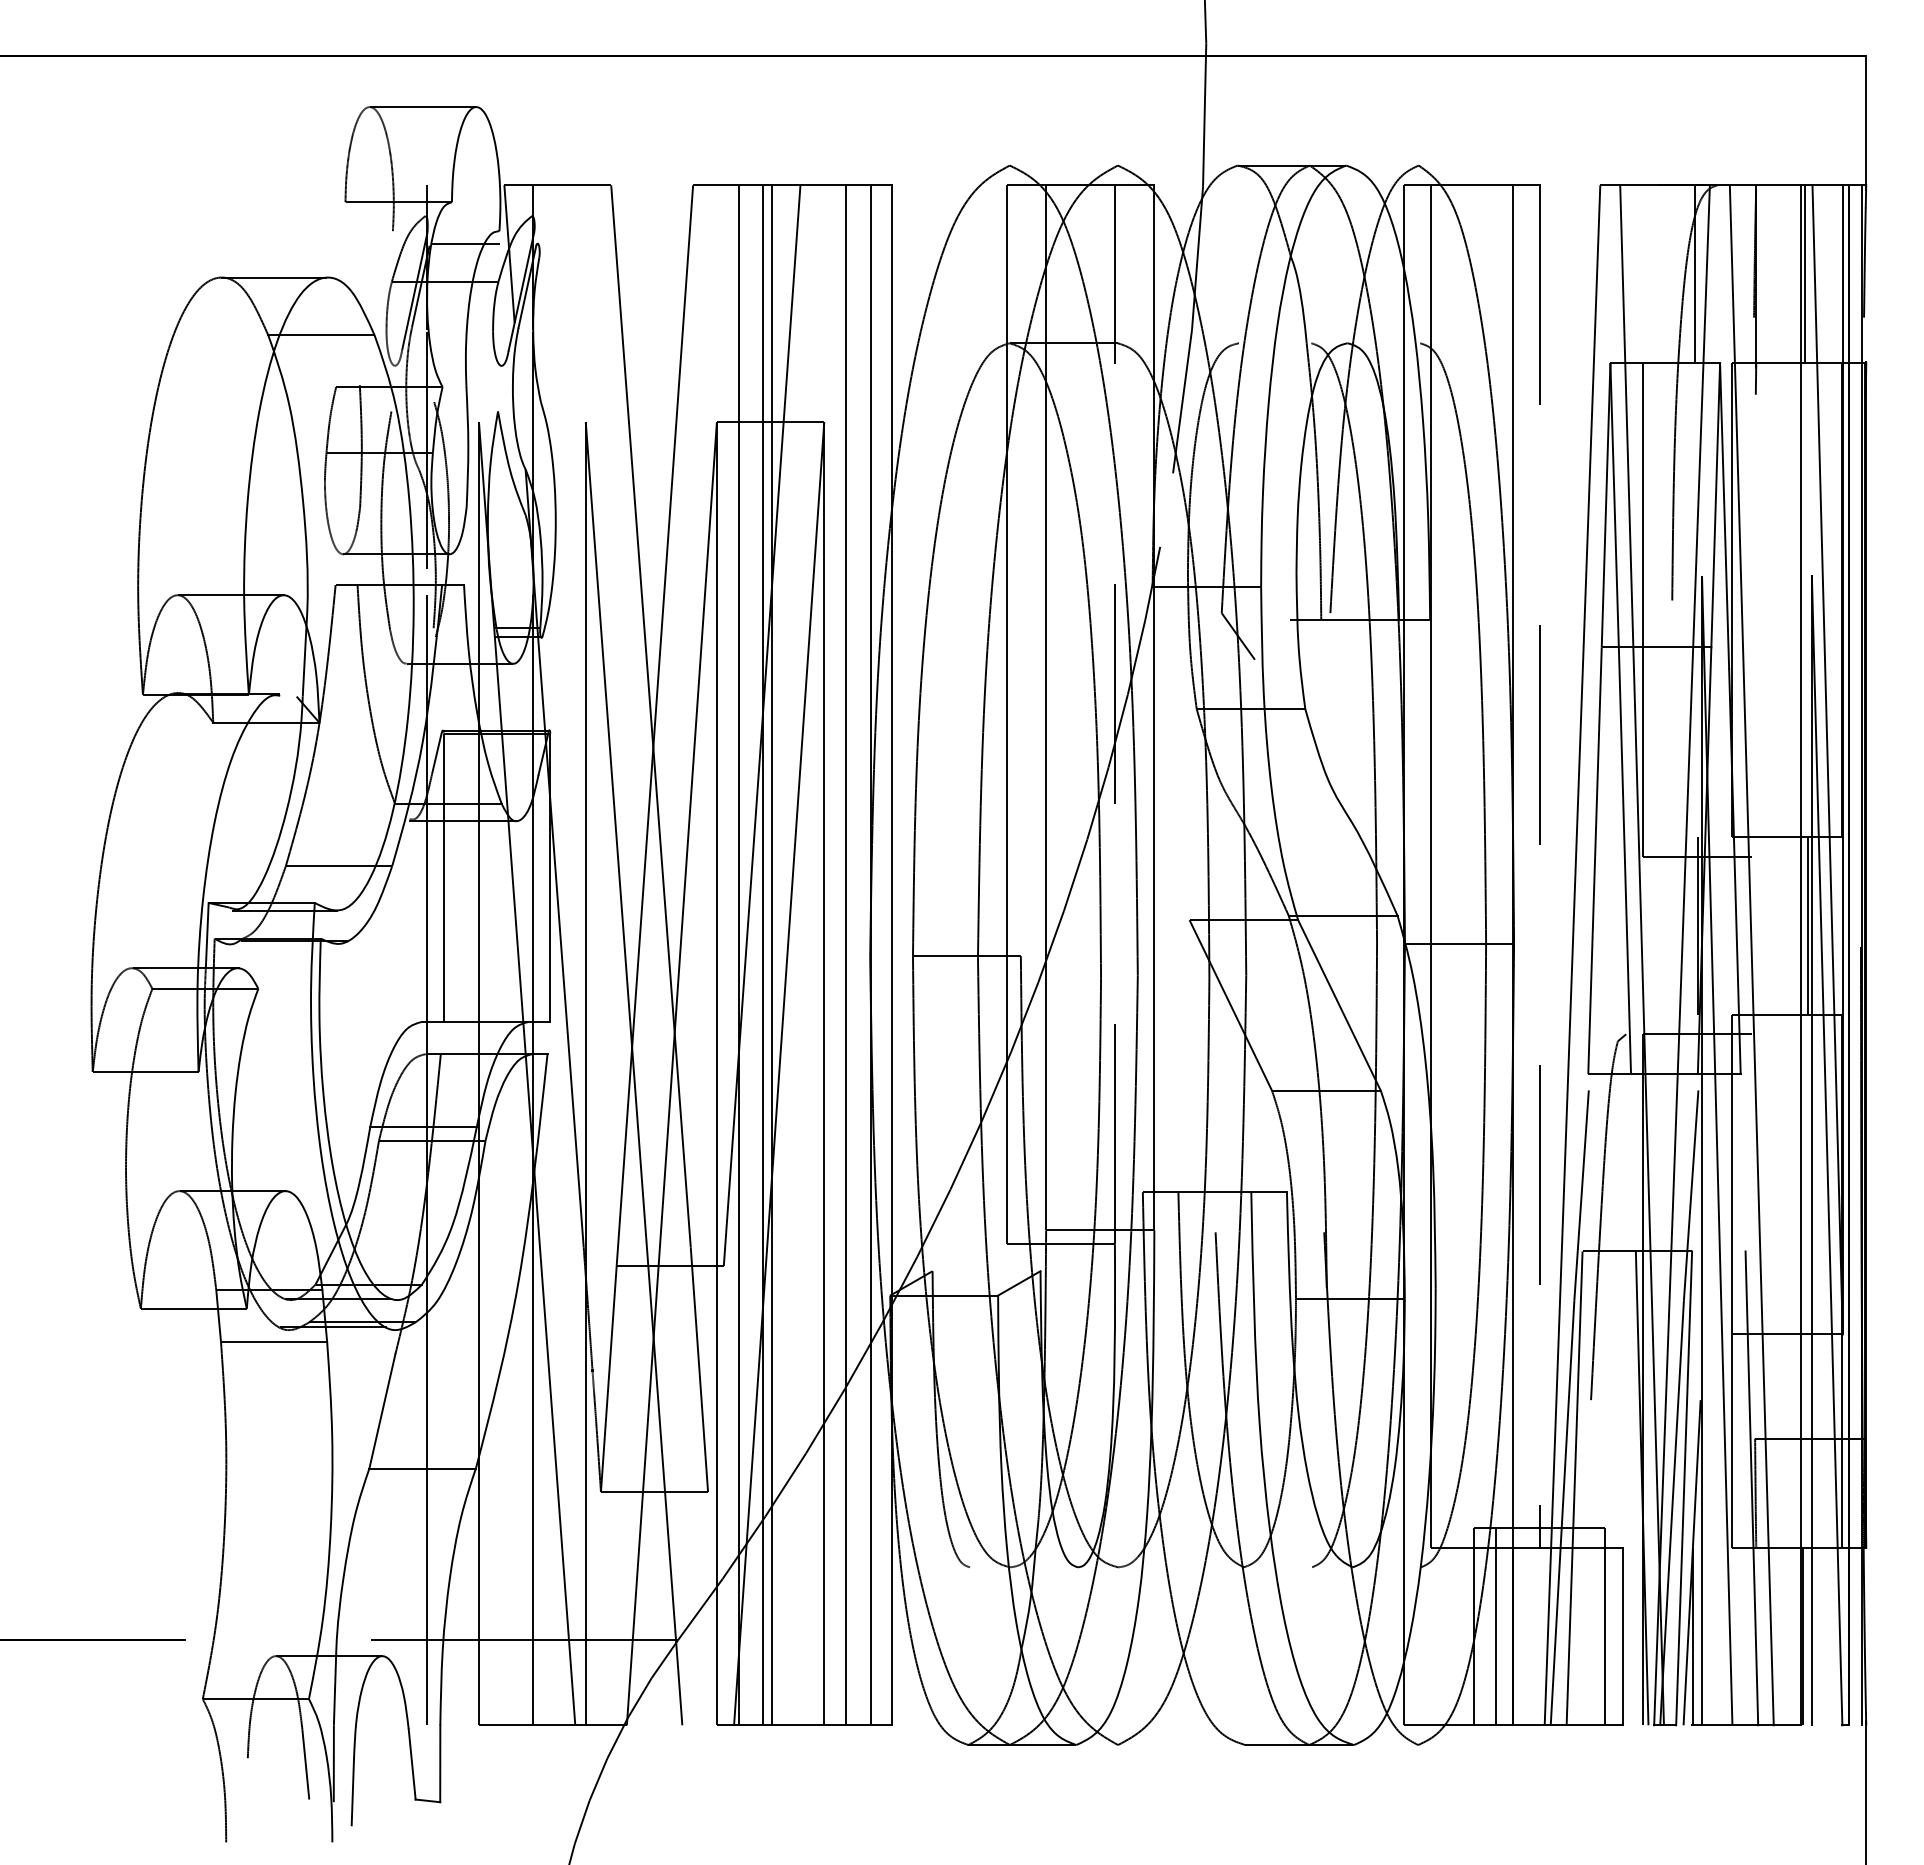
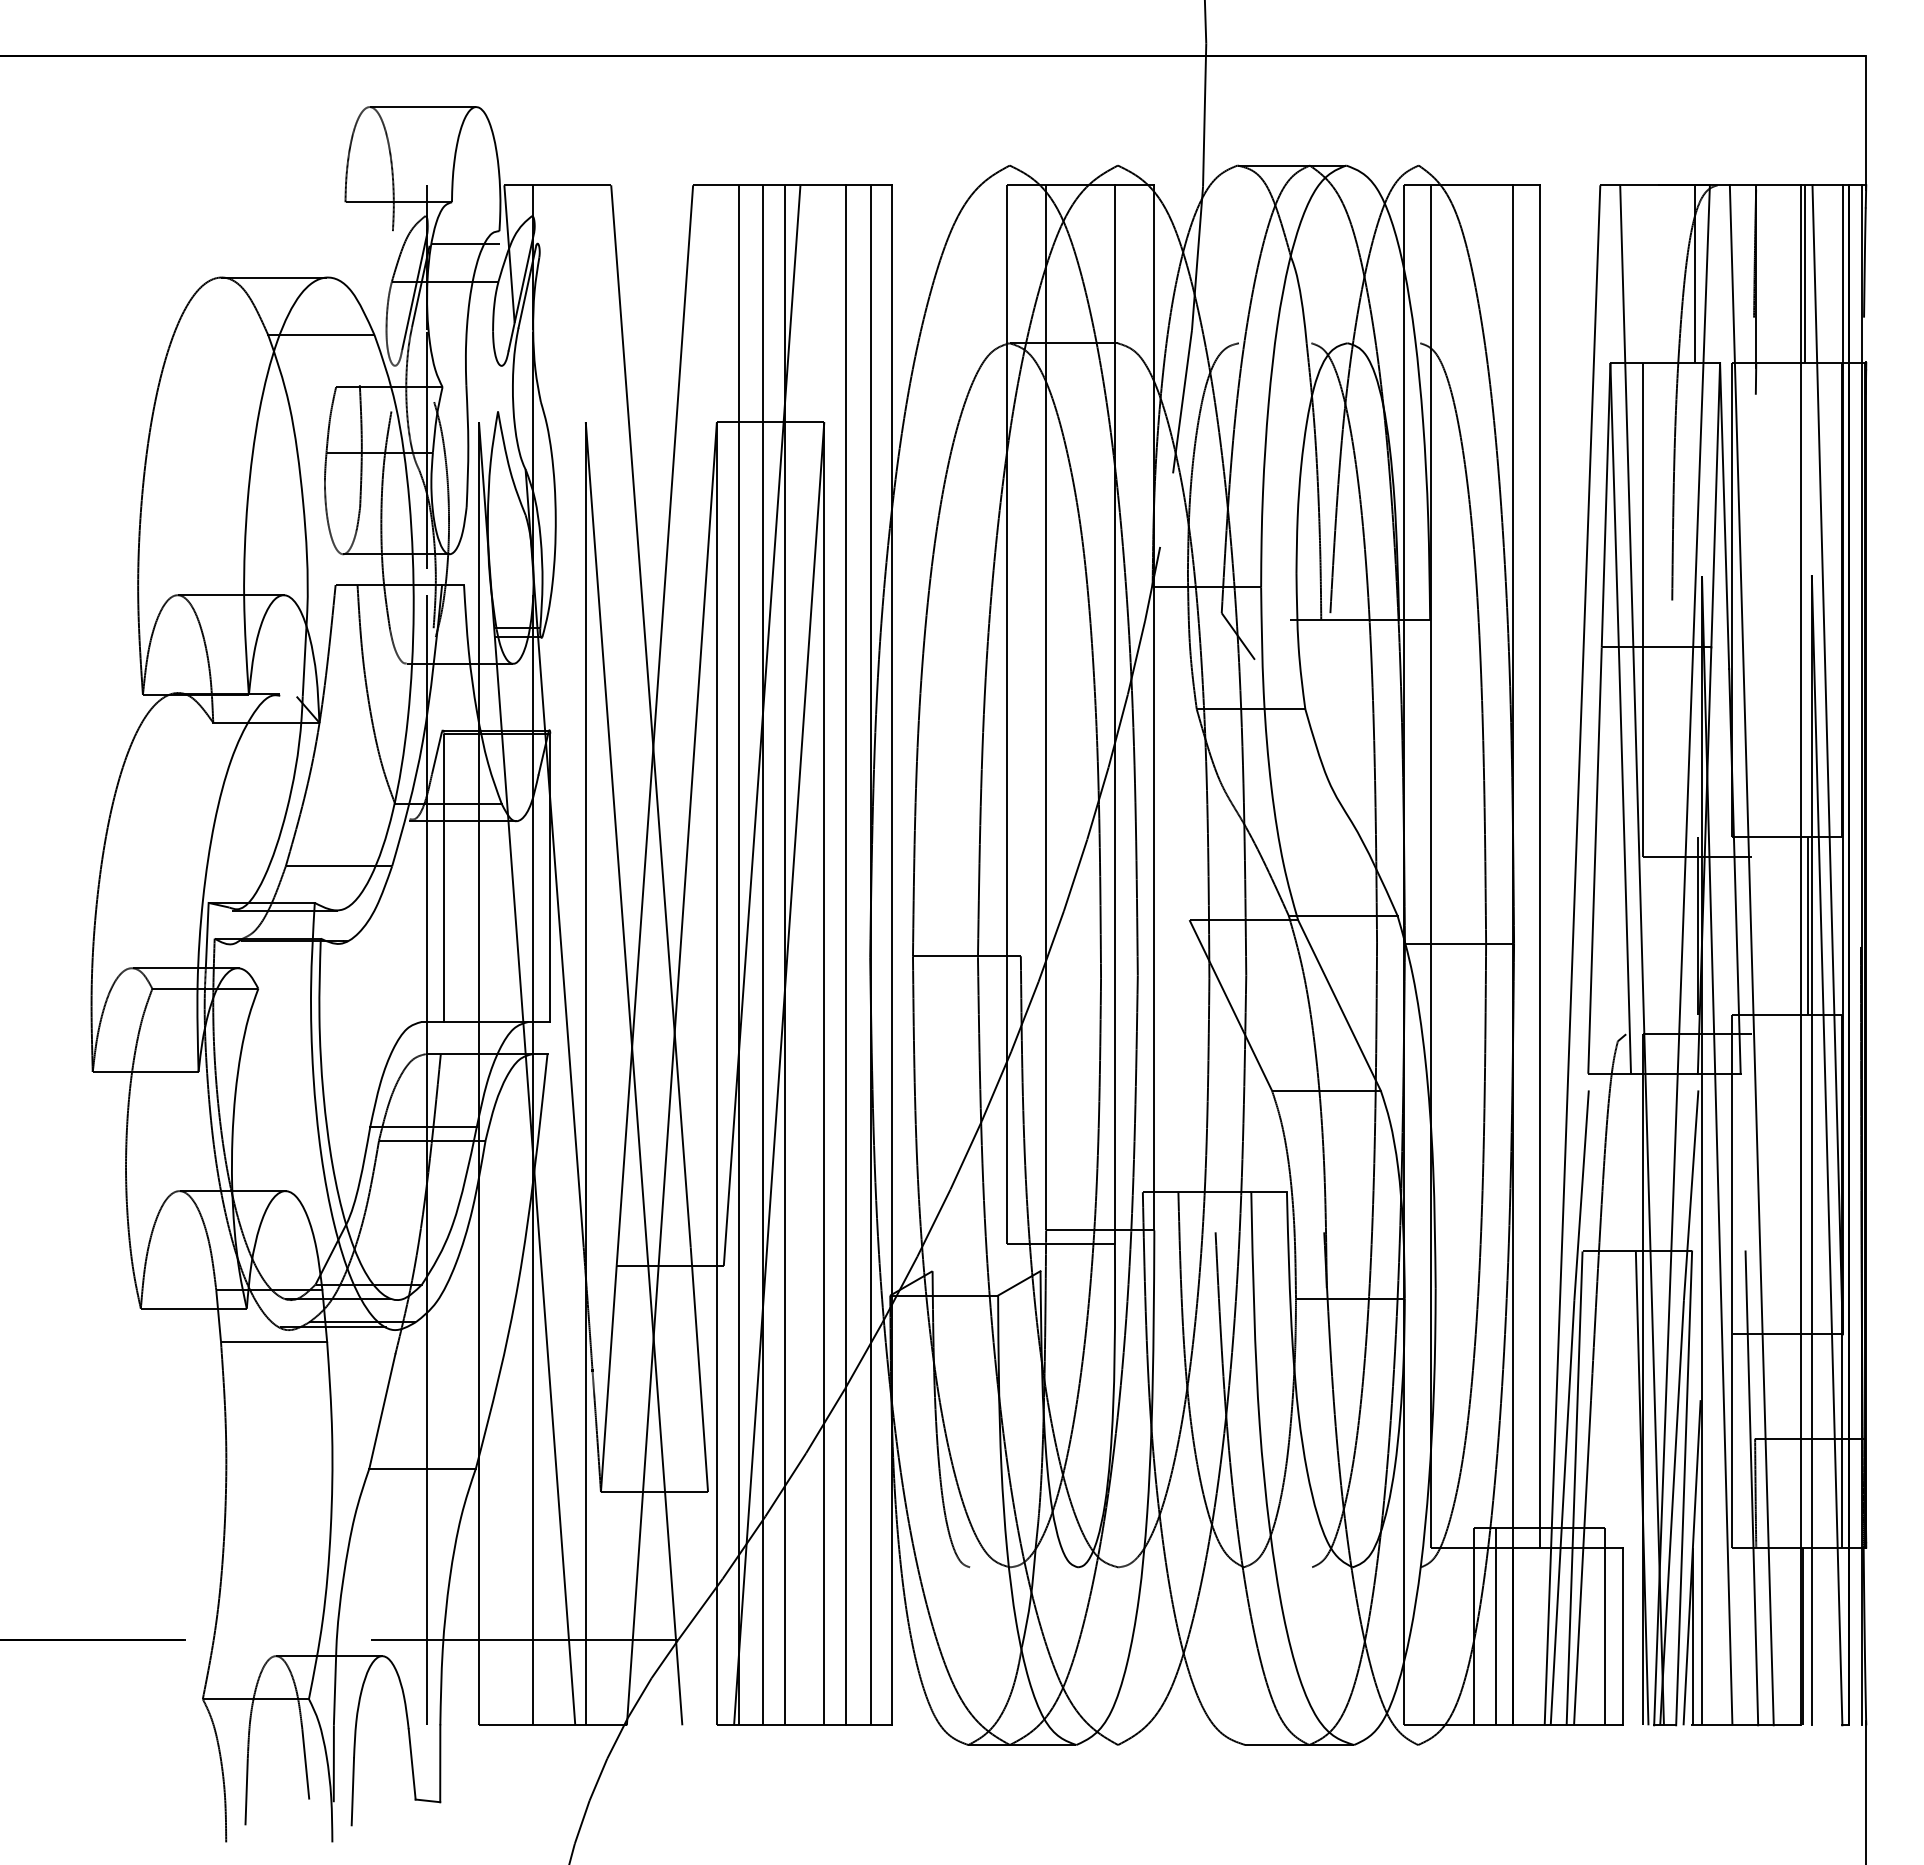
line at (1114, 714): dashed -> solid
line at (1539, 866): dashed -> solid
line at (771, 955) position: (771, 955) -> (784, 955)
line at (1582, 1562): none -> present
line at (246, 1791): none -> present
